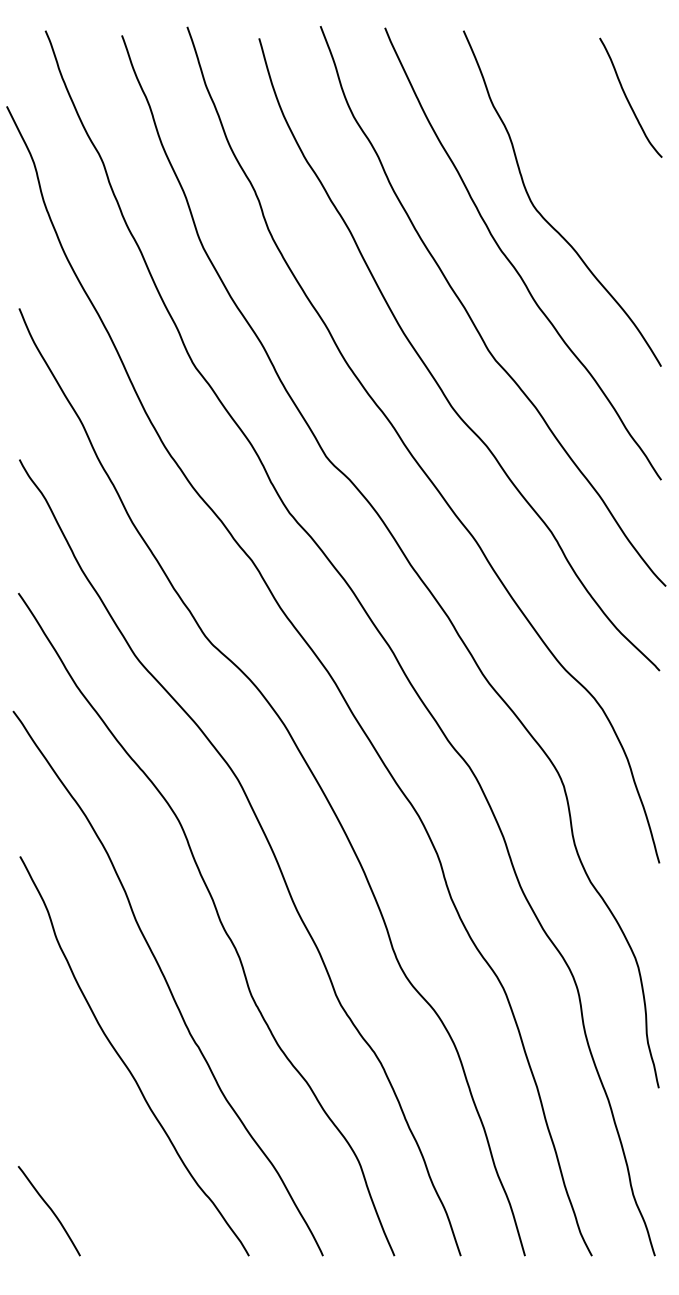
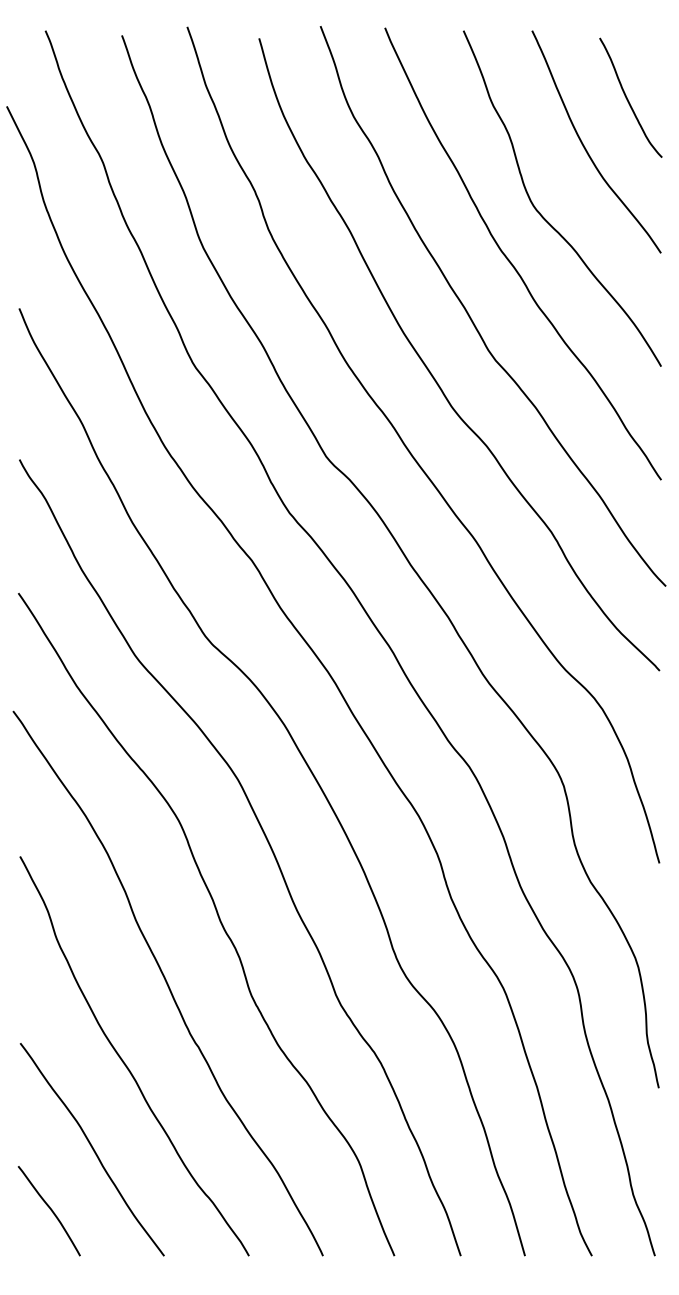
curve at (586, 148): none -> present
curve at (91, 1148): none -> present
